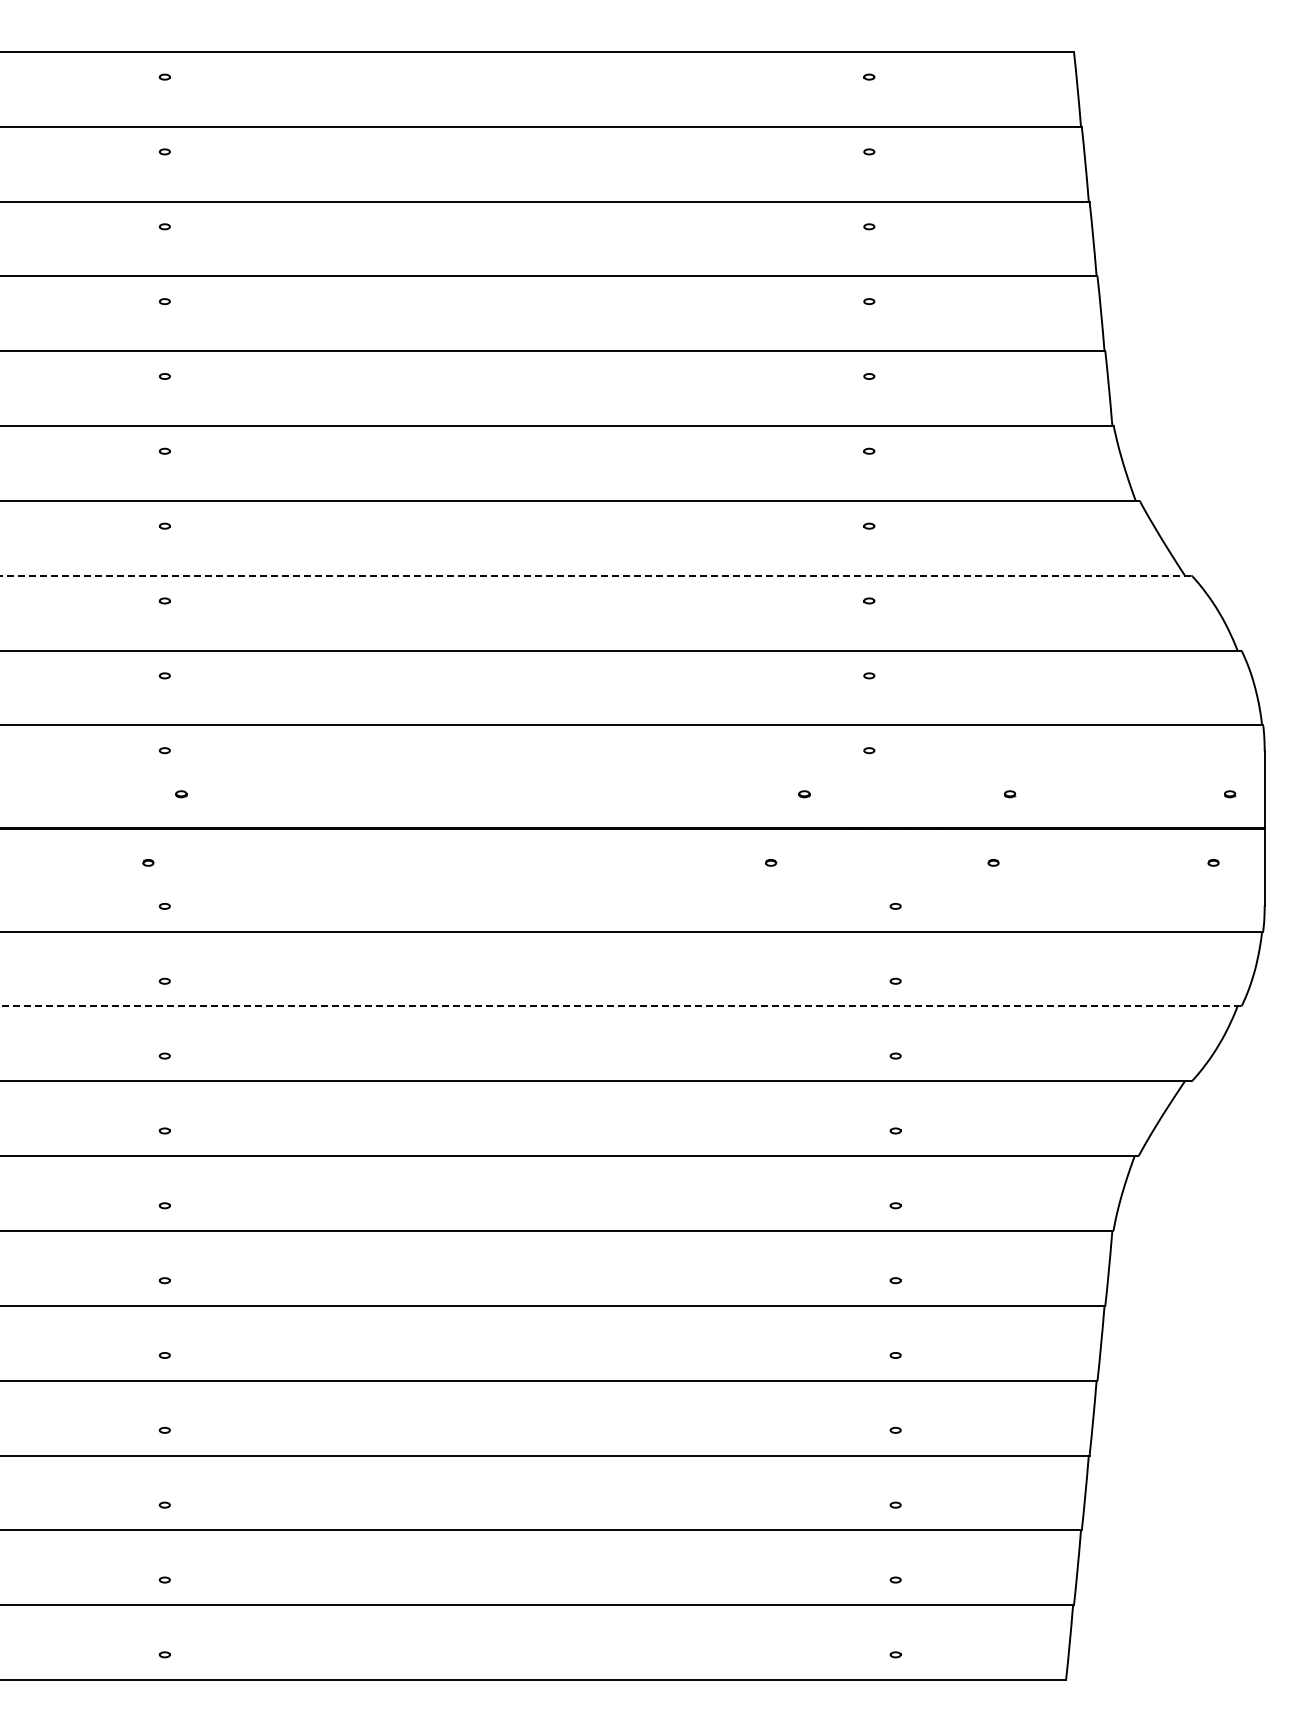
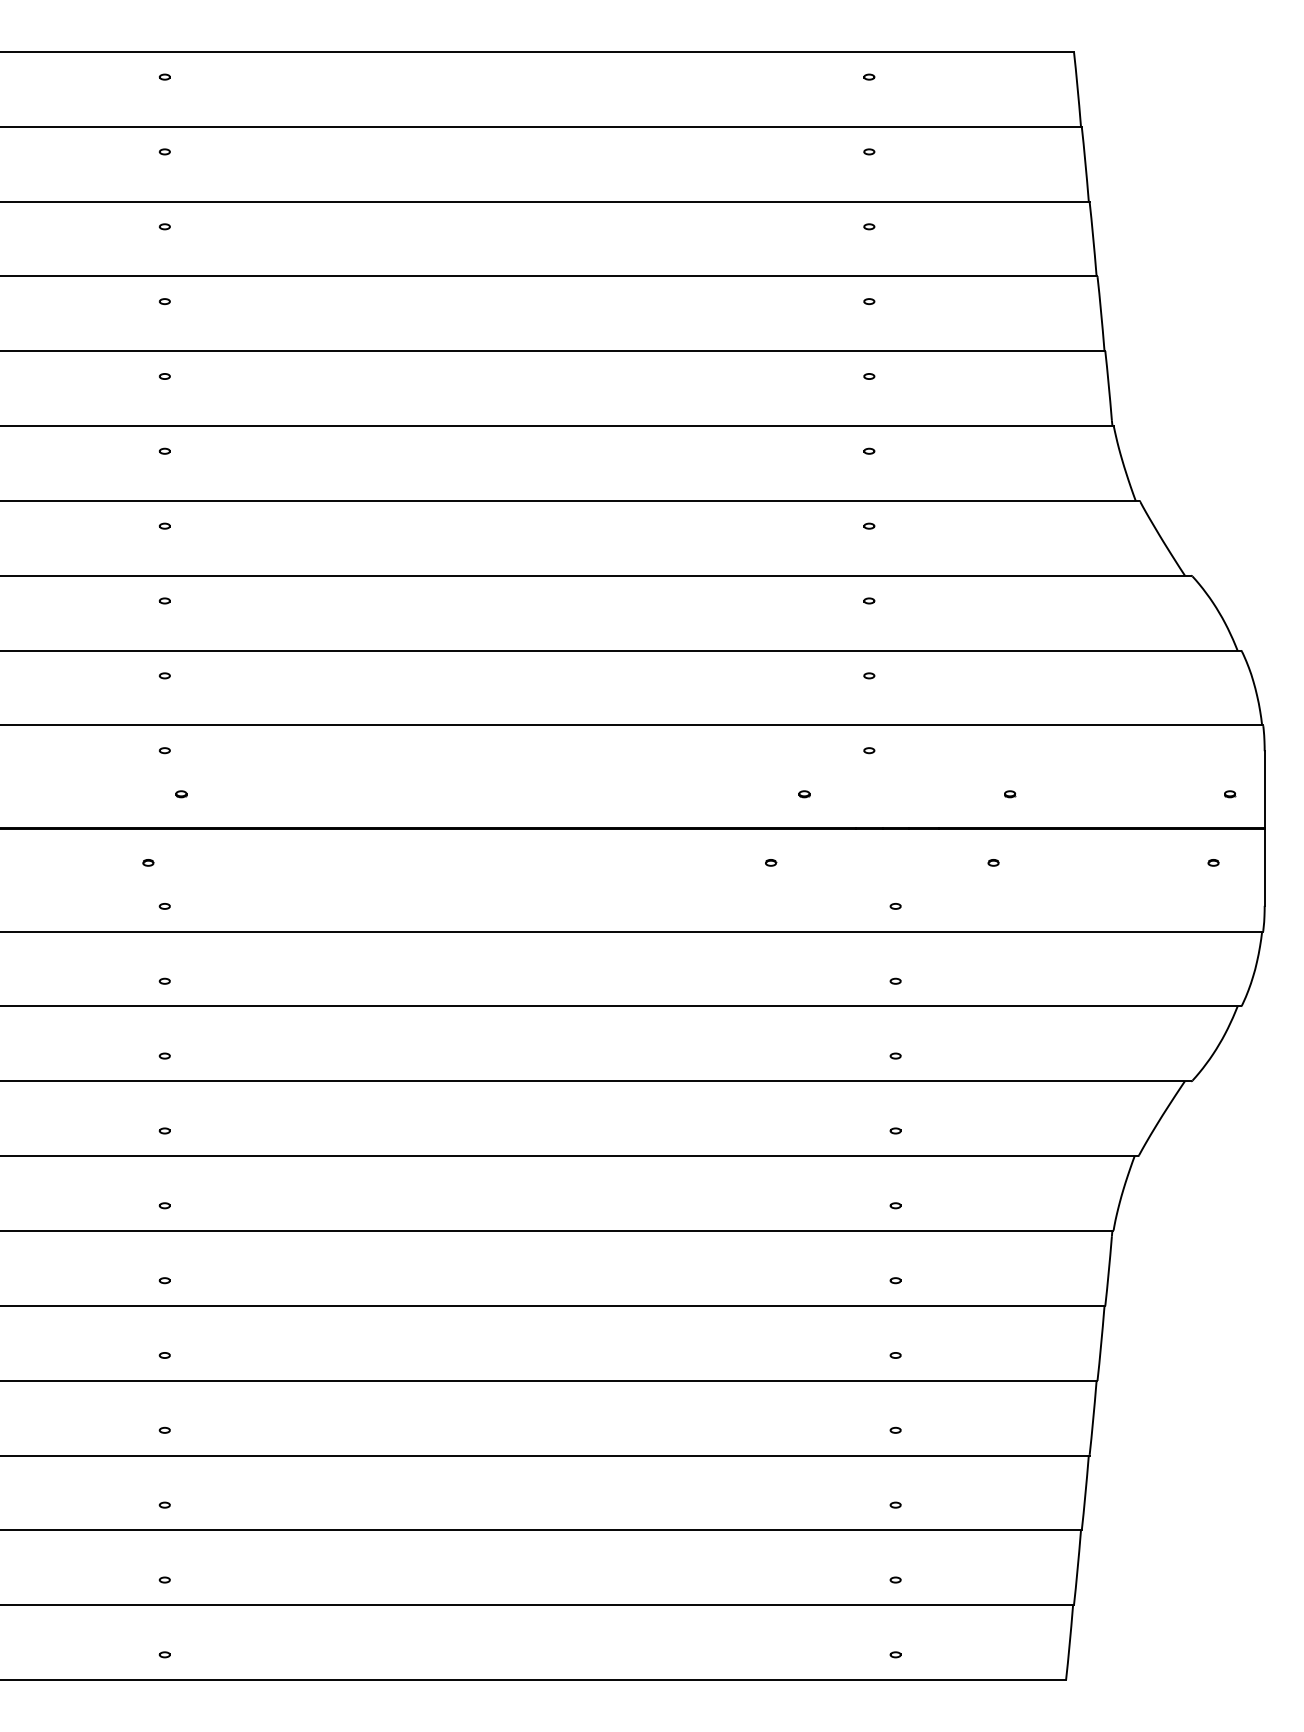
line at (596, 575): dashed -> solid
line at (620, 1006): dashed -> solid
